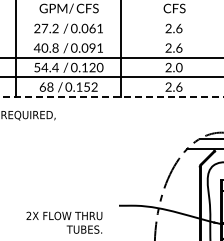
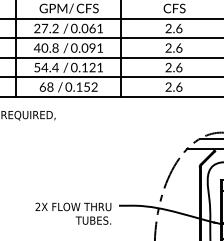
line at (111, 18): none -> present
line at (111, 38): none -> present
text at (179, 66): 2.0 -> 2.6
text at (99, 67): 0.120 -> 0.121
line at (112, 96): dashed -> solid
text at (64, 222) position: (64, 222) -> (73, 213)
